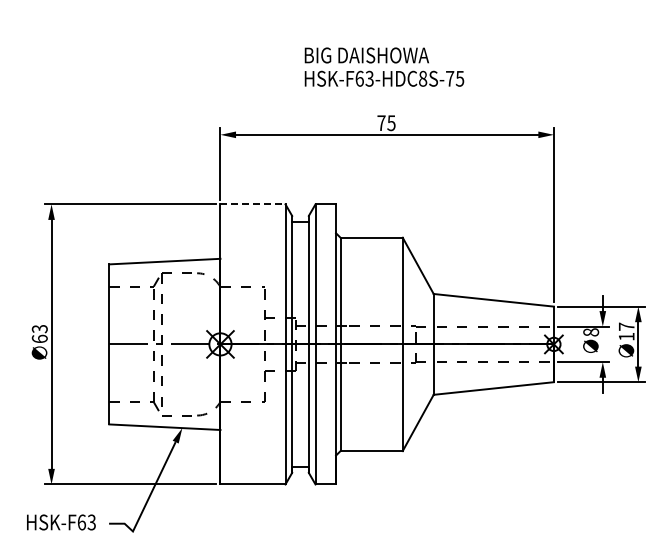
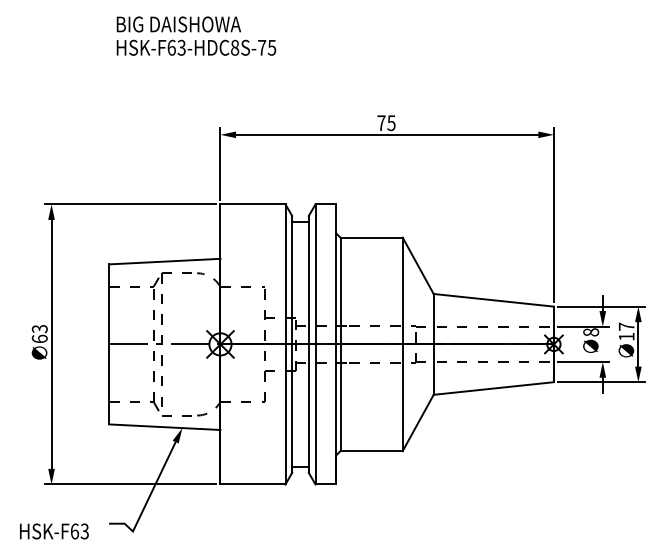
text at (384, 66) position: (384, 66) -> (196, 35)
line at (252, 204): dashed -> solid
text at (61, 522) position: (61, 522) -> (54, 531)
